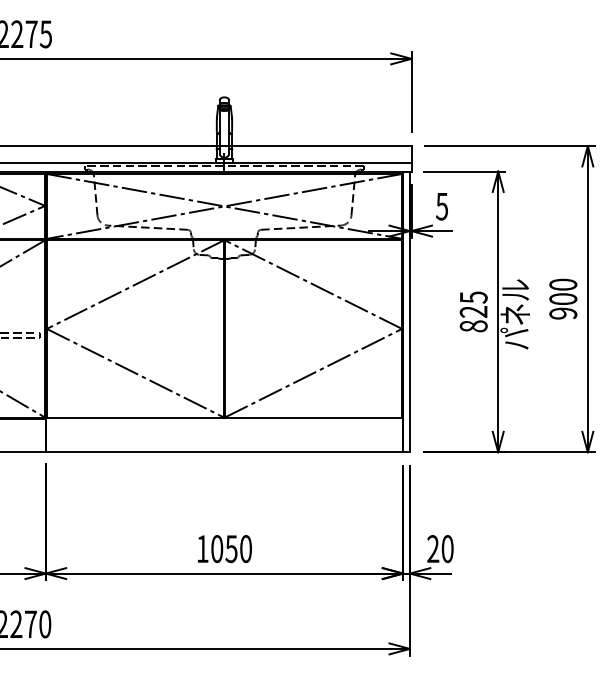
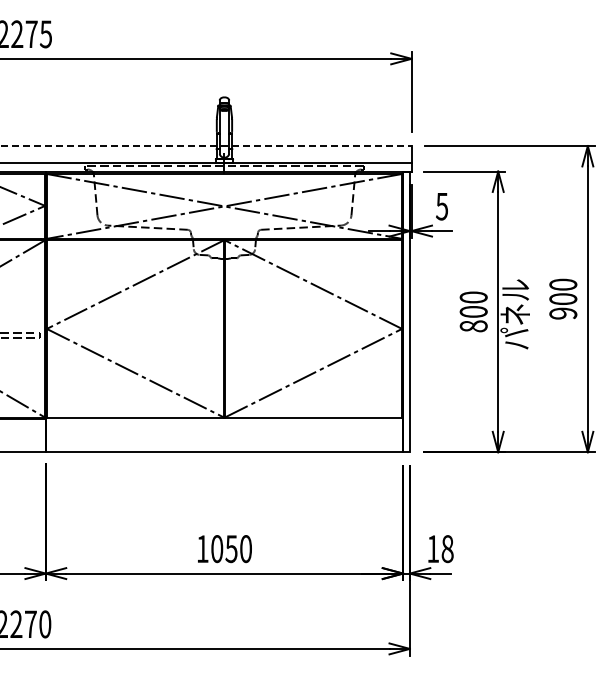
line at (205, 146): solid -> dashed
text at (473, 304): 825 -> 800
text at (440, 548): 20 -> 18
